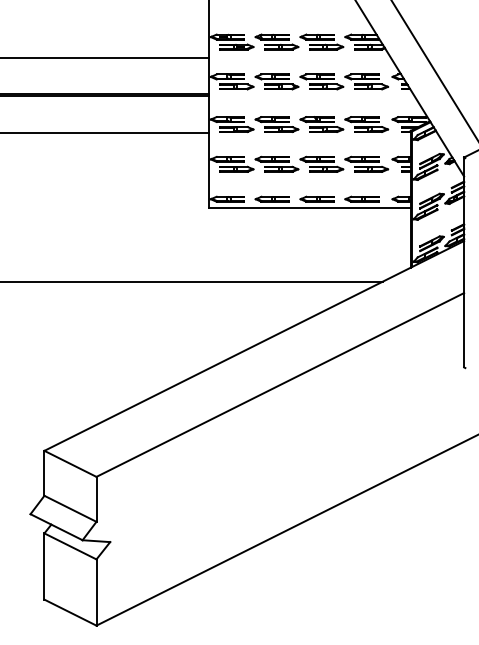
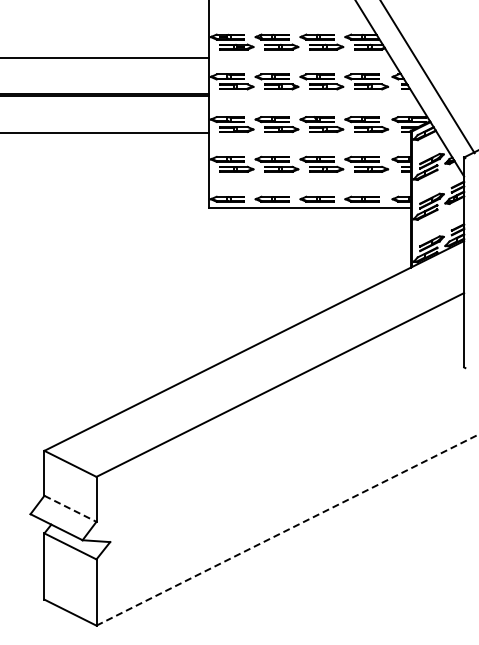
line at (433, 69) position: (433, 69) -> (427, 77)
line at (192, 281): present -> none
line at (70, 509): solid -> dashed
line at (287, 529): solid -> dashed
